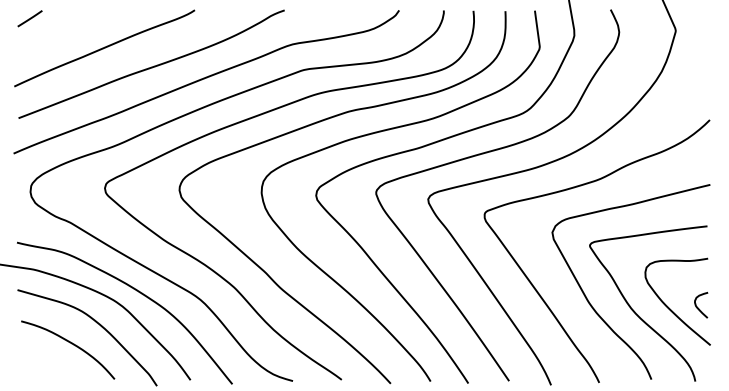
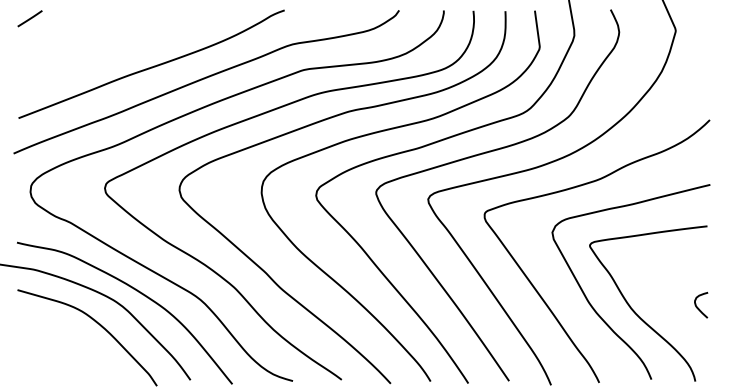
curve at (104, 48): present -> none
curve at (670, 308): present -> none
curve at (71, 344): present -> none
